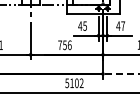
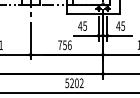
text at (123, 25): 47 -> 45
line at (122, 73): dashed -> solid
text at (71, 82): 5102 -> 5202
